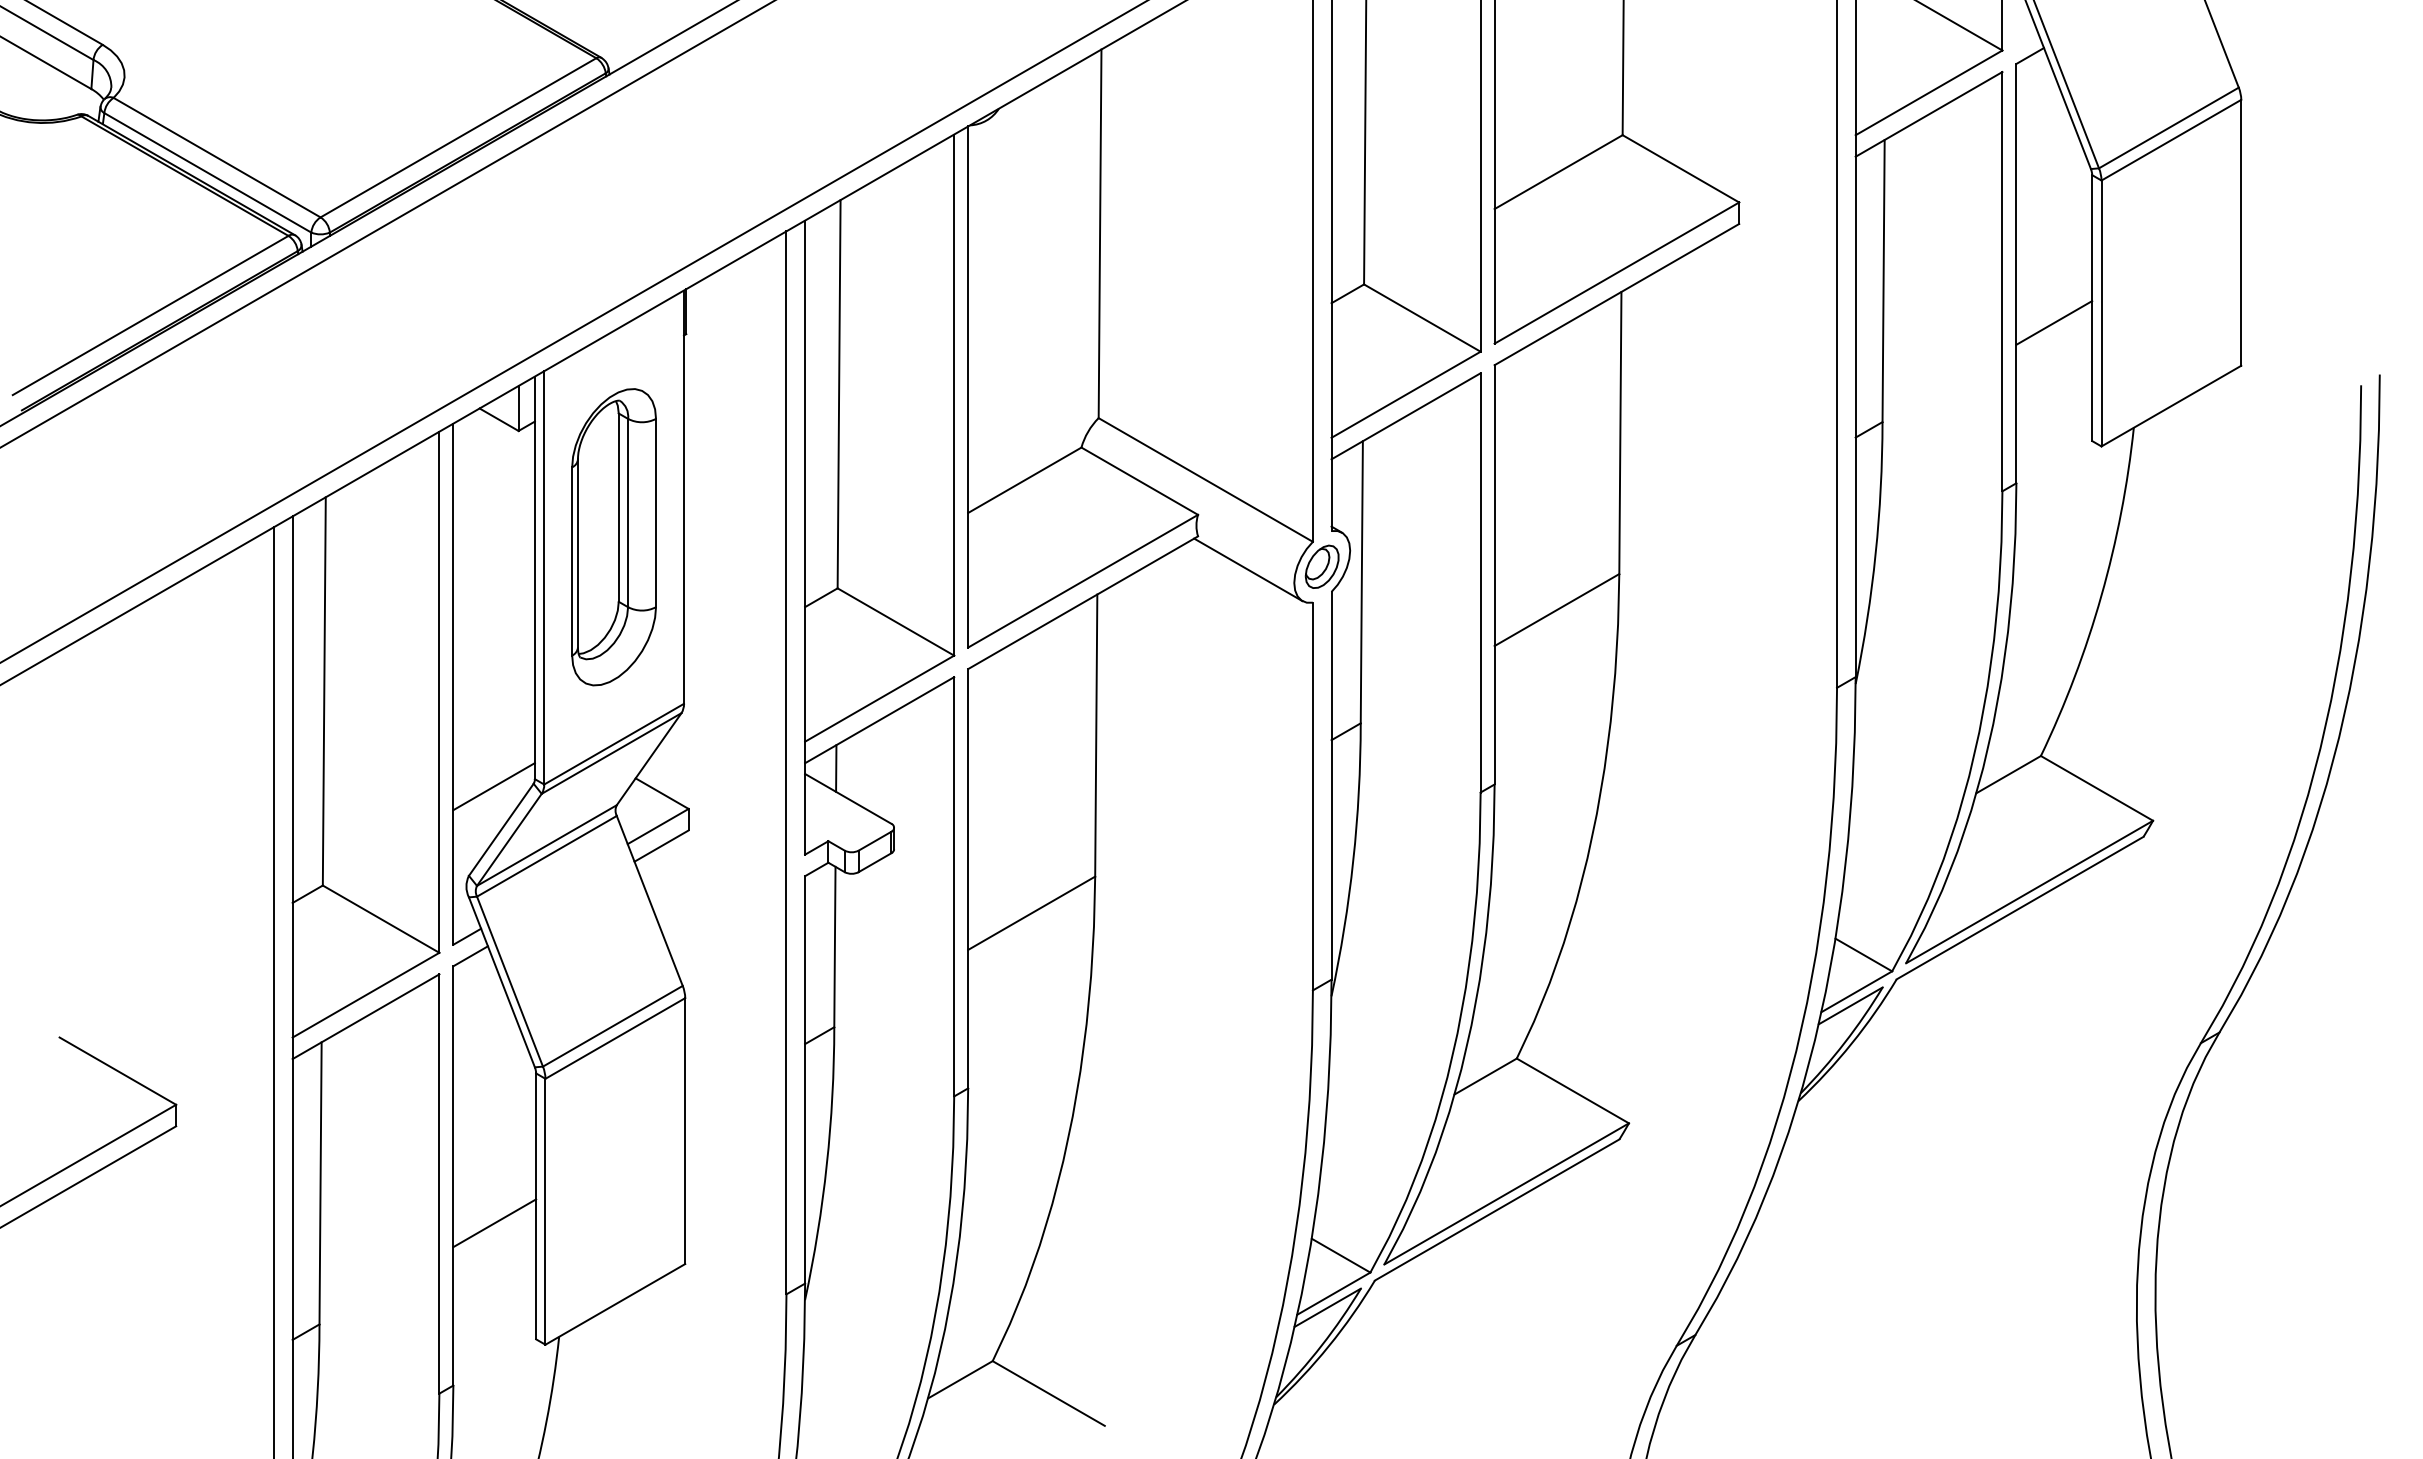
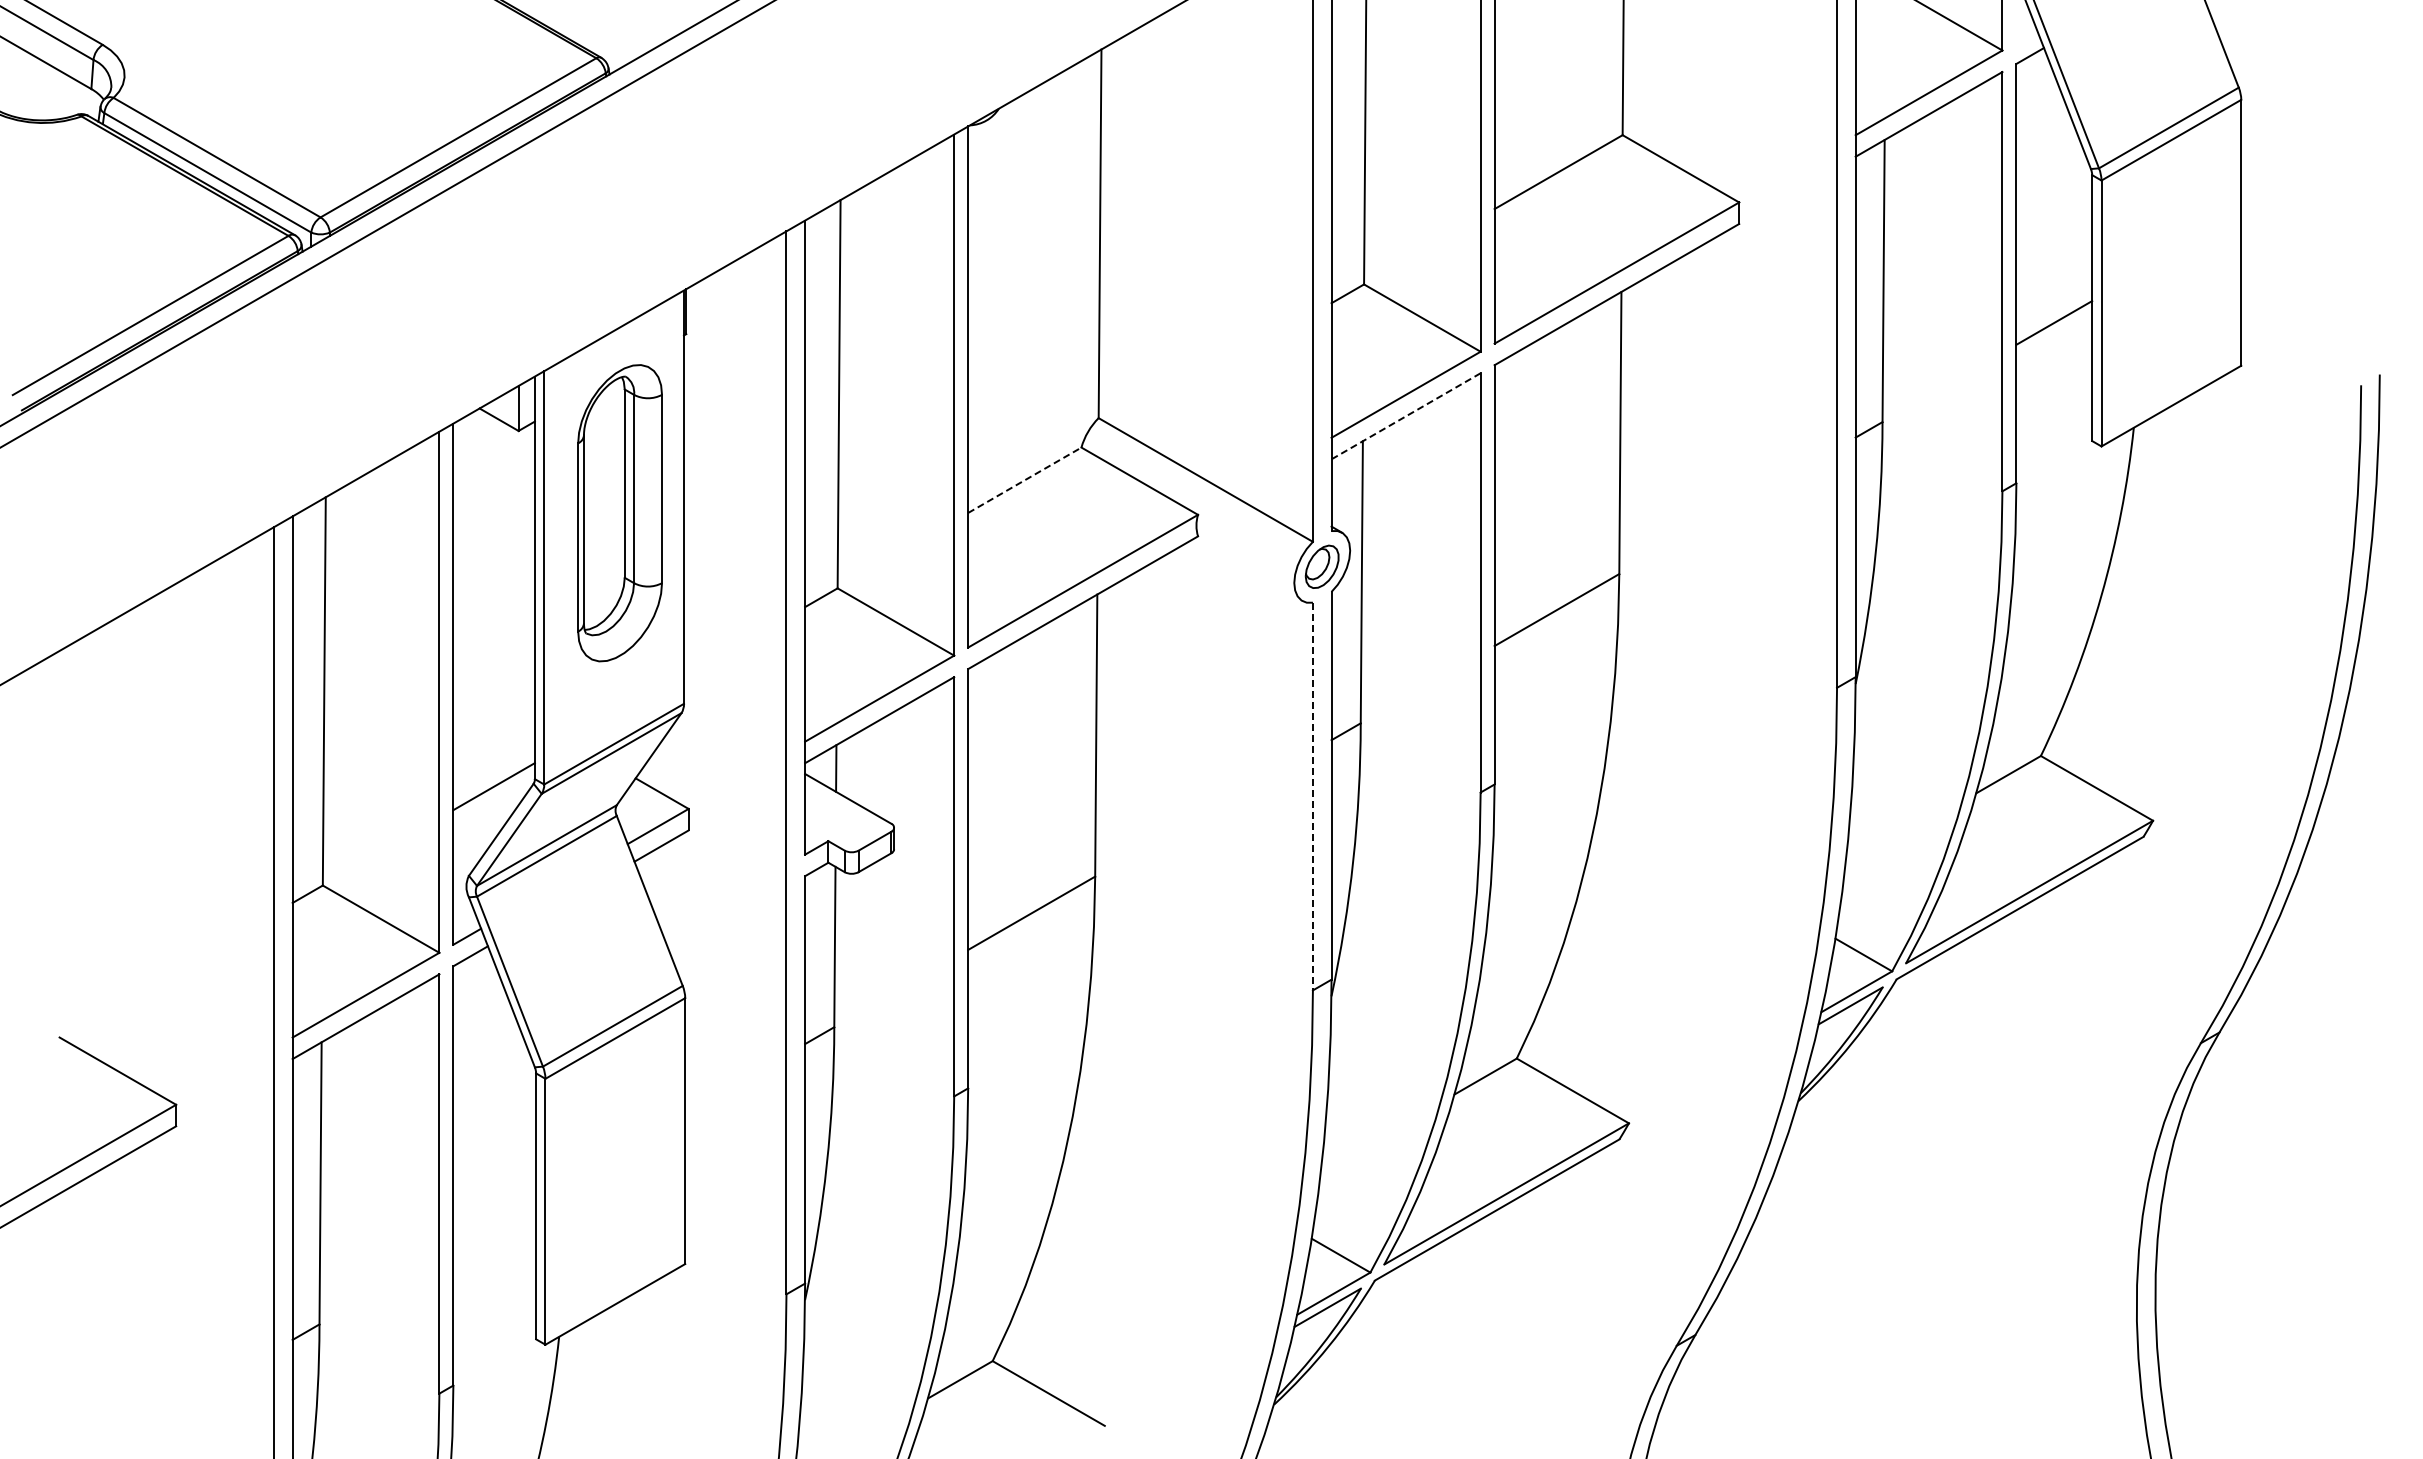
line at (573, 331): present -> none
line at (1405, 416): solid -> dashed
line at (1025, 480): solid -> dashed
part at (613, 537) position: (613, 537) -> (619, 513)
line at (1248, 569): present -> none
line at (1312, 796): solid -> dashed
line at (494, 1223): present -> none
